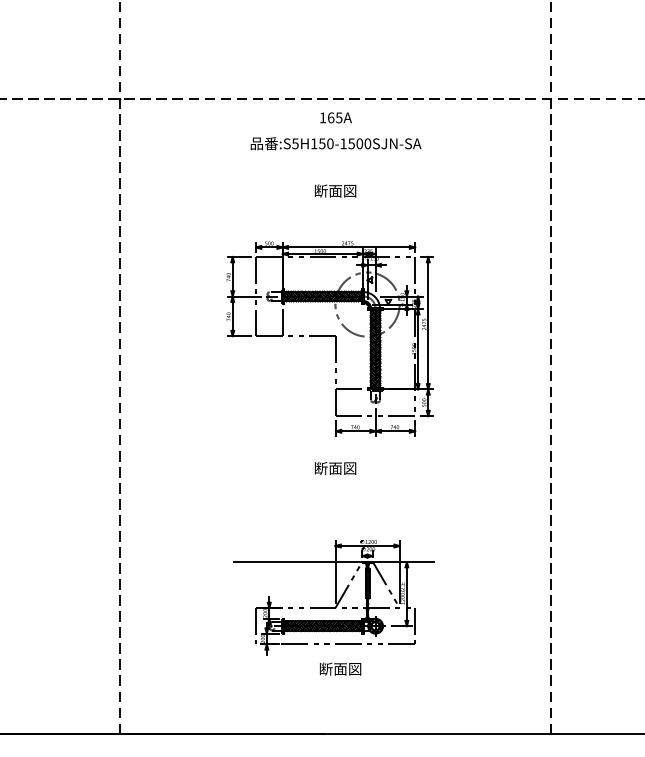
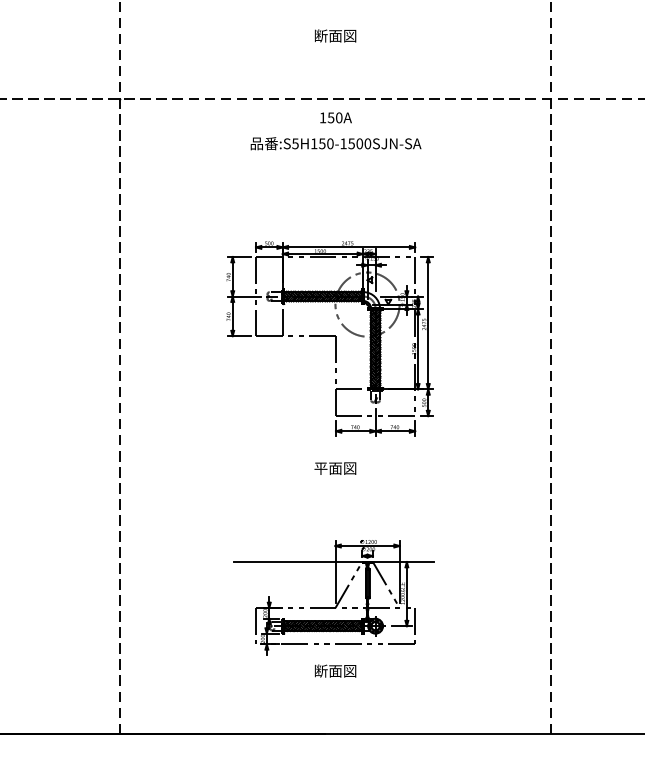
text at (334, 117): 165A -> 150A
text at (335, 190) position: (335, 190) -> (335, 35)
text at (320, 467): 断面図 -> 平面図
text at (340, 668) position: (340, 668) -> (335, 670)
